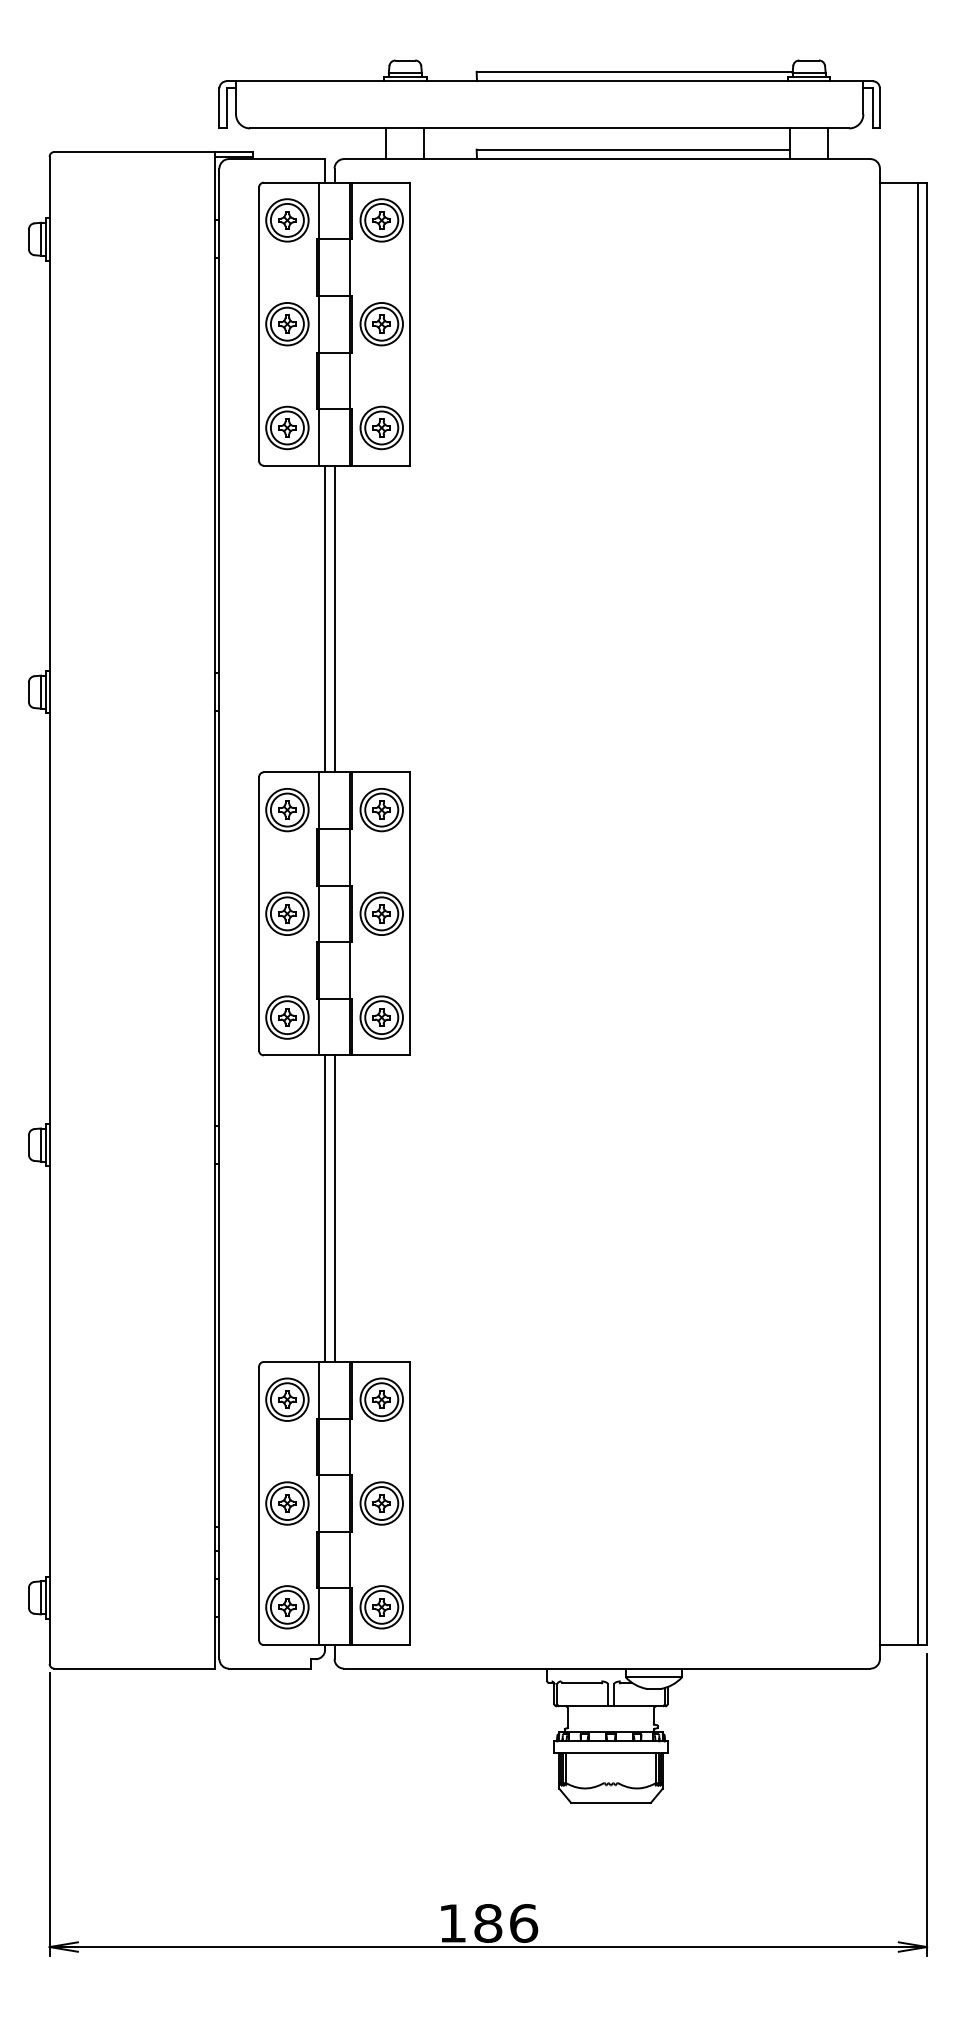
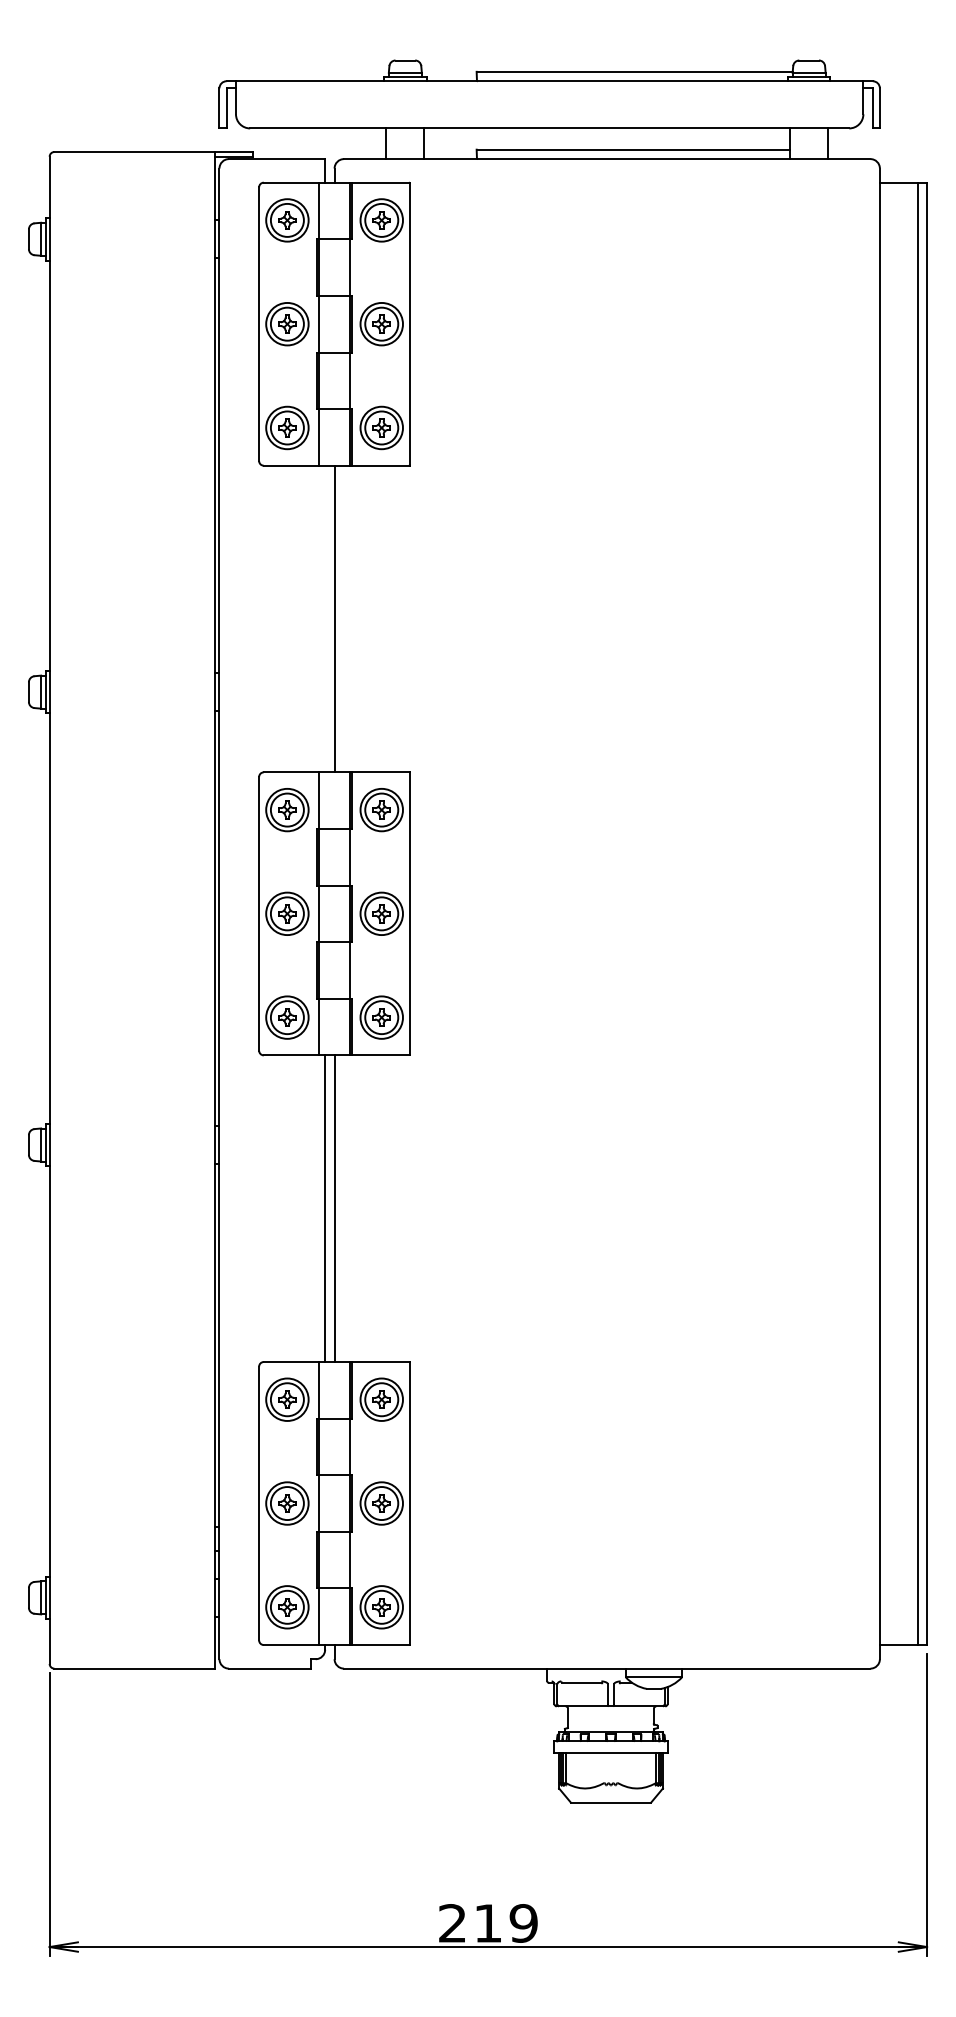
line at (325, 618): present -> none
text at (488, 1923): 186 -> 219
